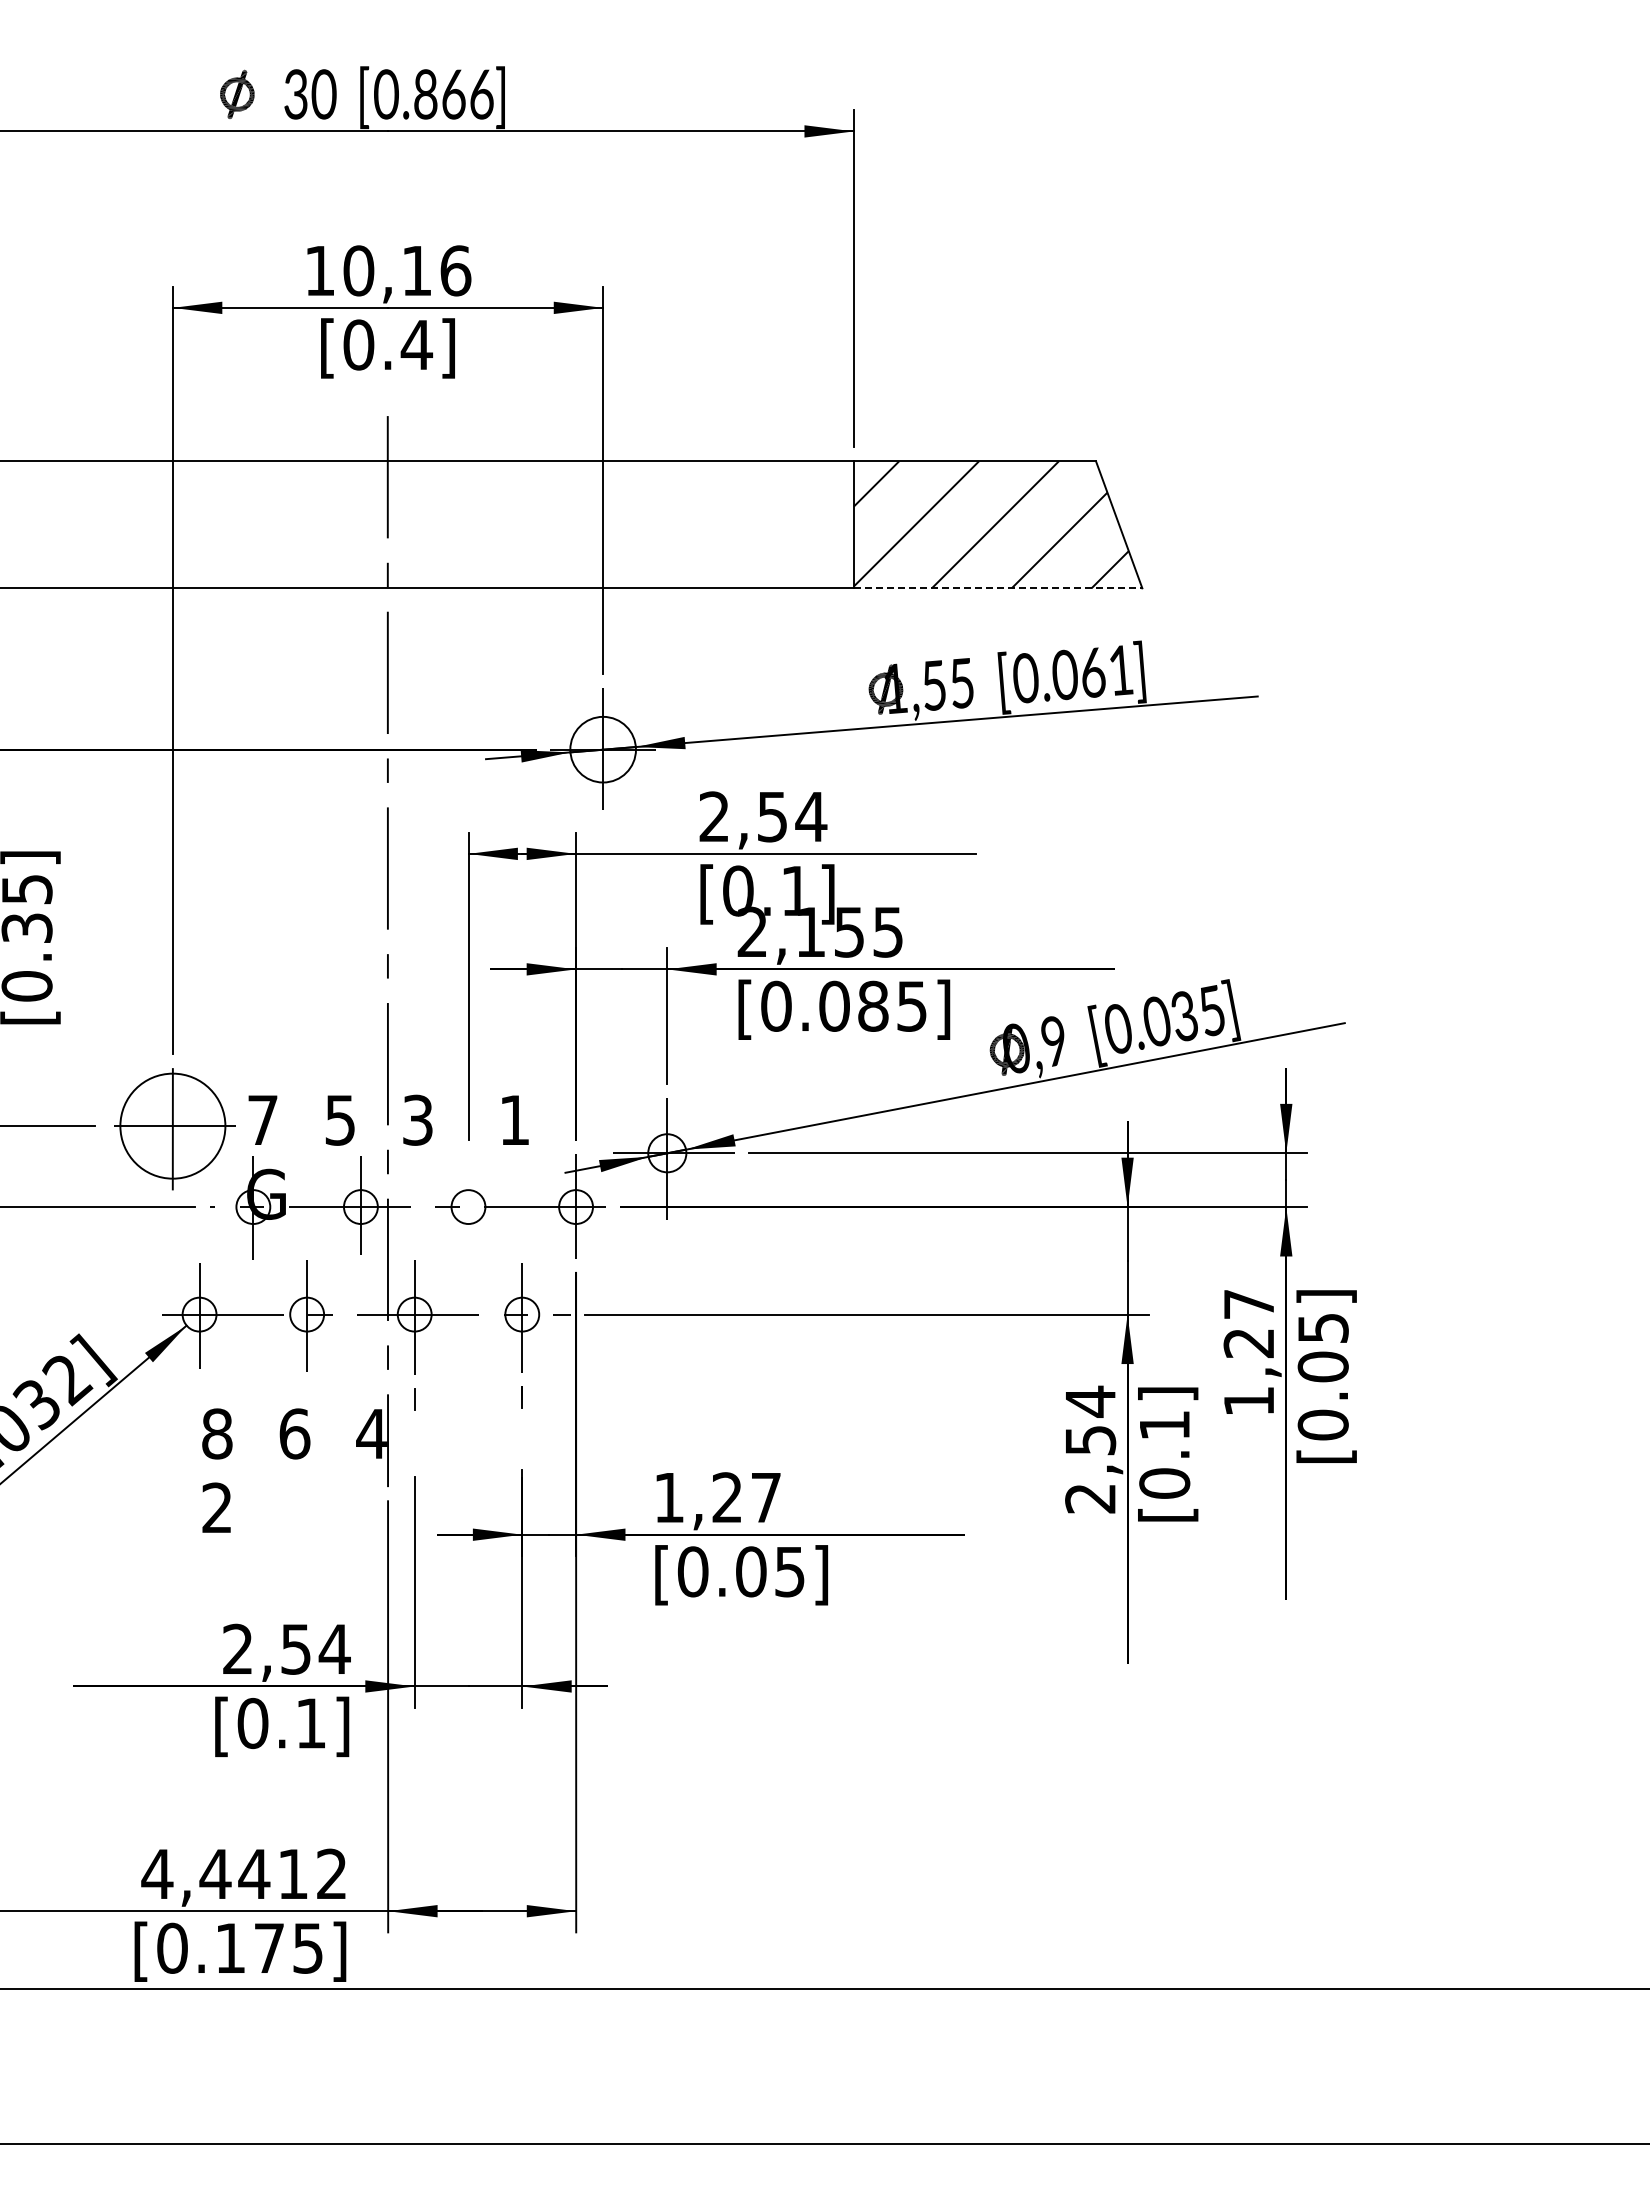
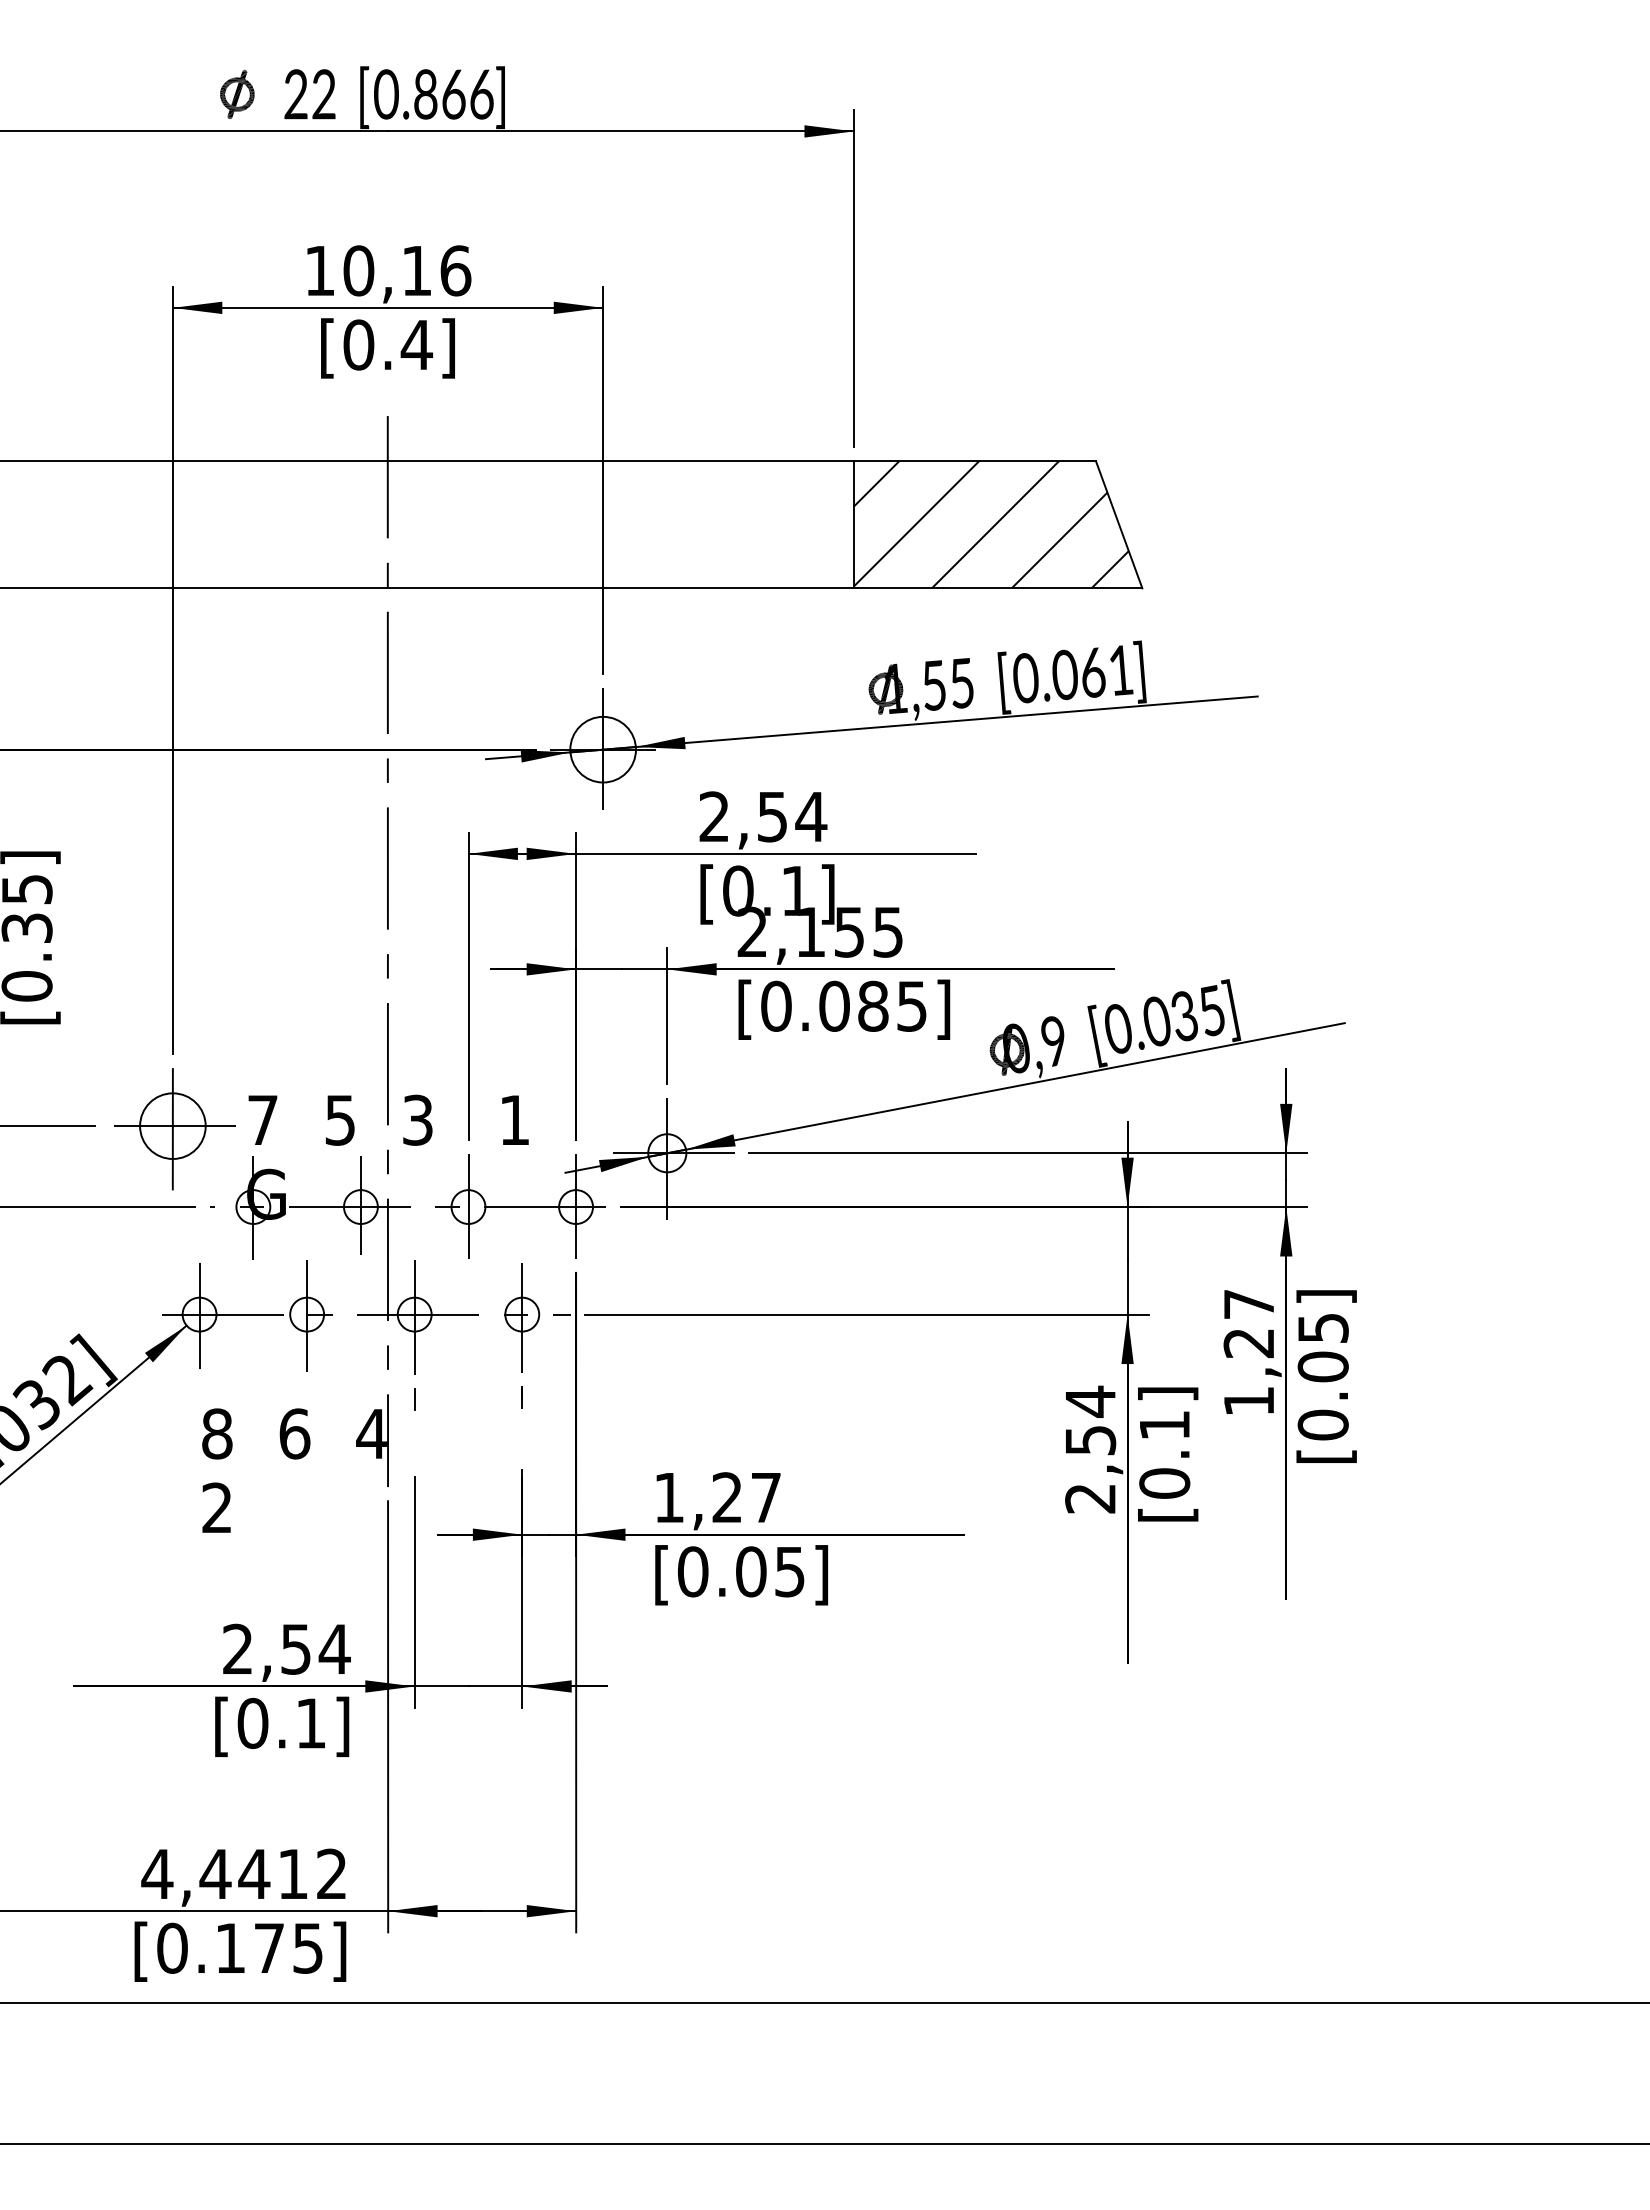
text at (310, 94): 30 -> 22
line at (998, 588): dashed -> solid
circle at (172, 1125) diameter: 105 px -> 66 px
line at (468, 1206): none -> present
line at (824, 1988) position: (824, 1988) -> (824, 2002)
